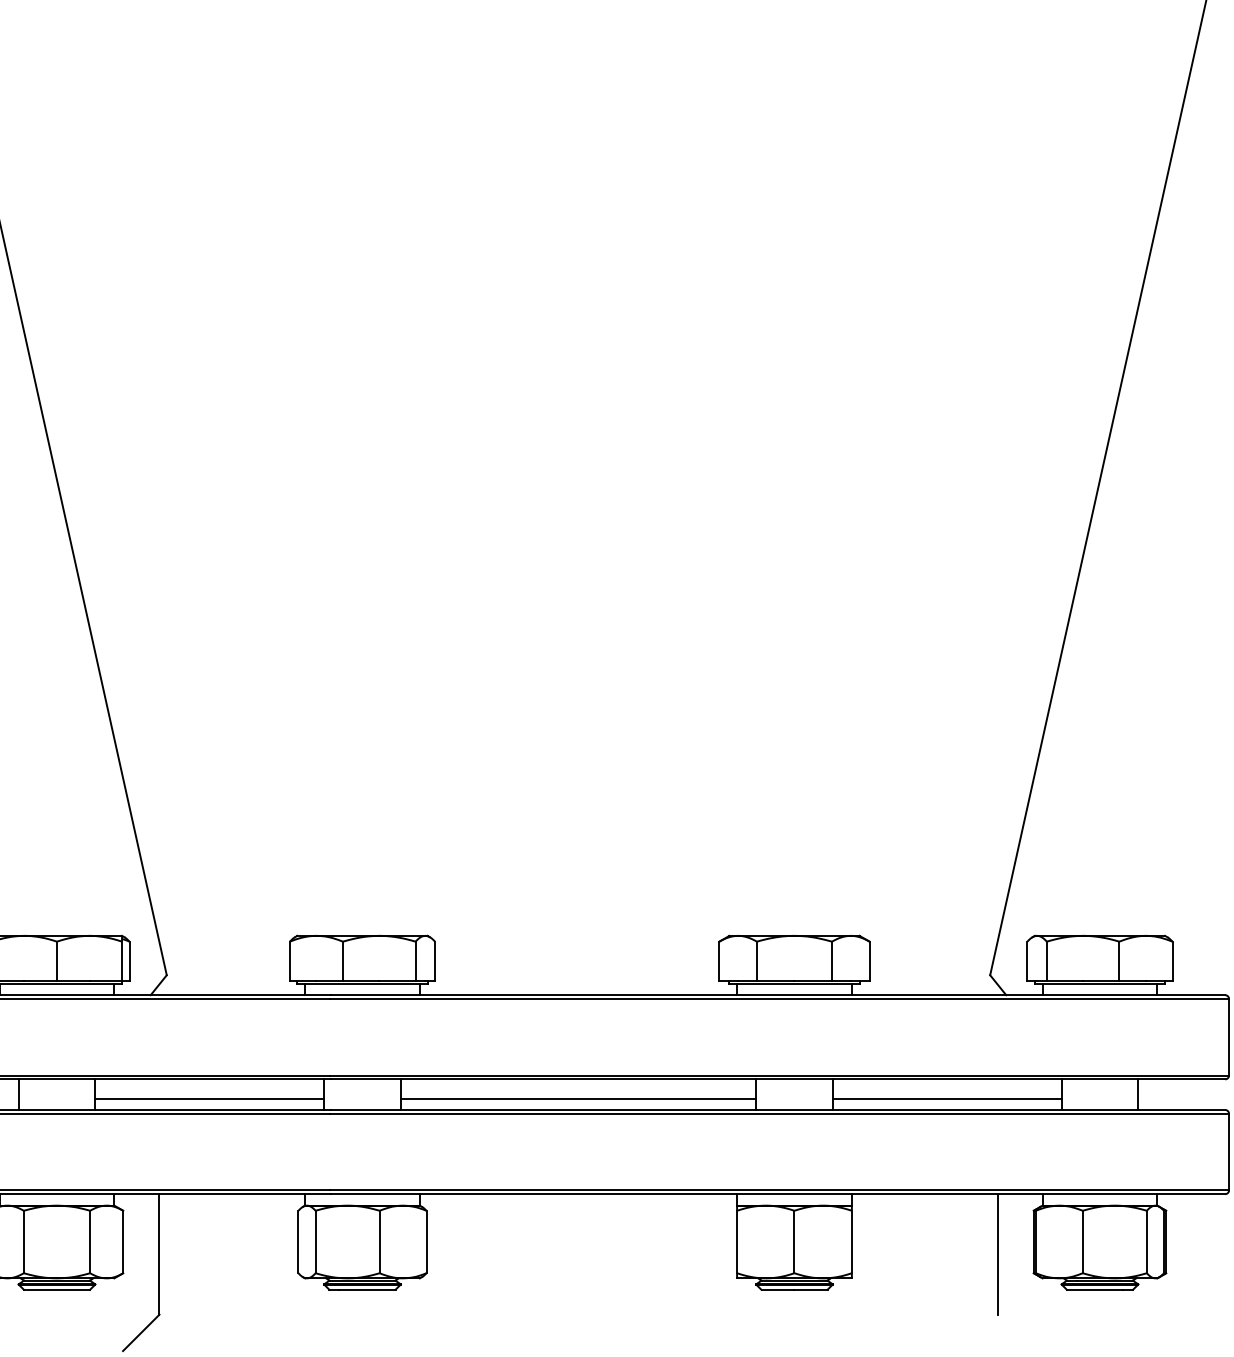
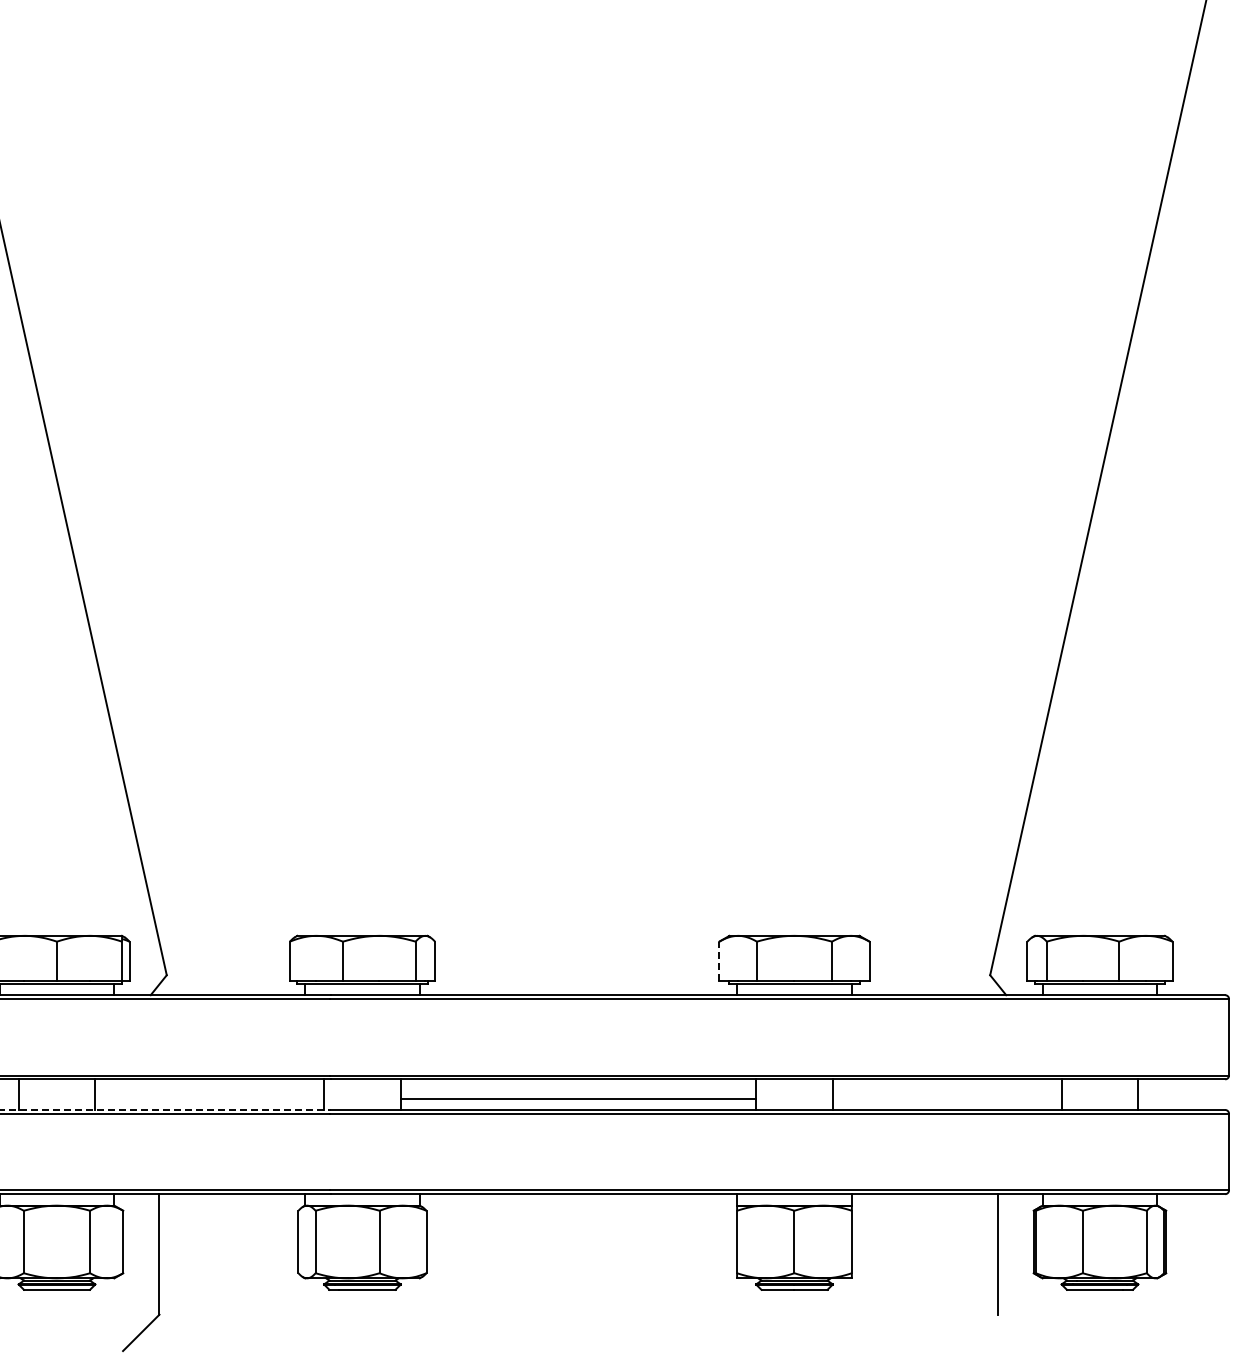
line at (719, 960): solid -> dashed
line at (209, 1098): present -> none
line at (946, 1098): present -> none
line at (166, 1109): solid -> dashed
